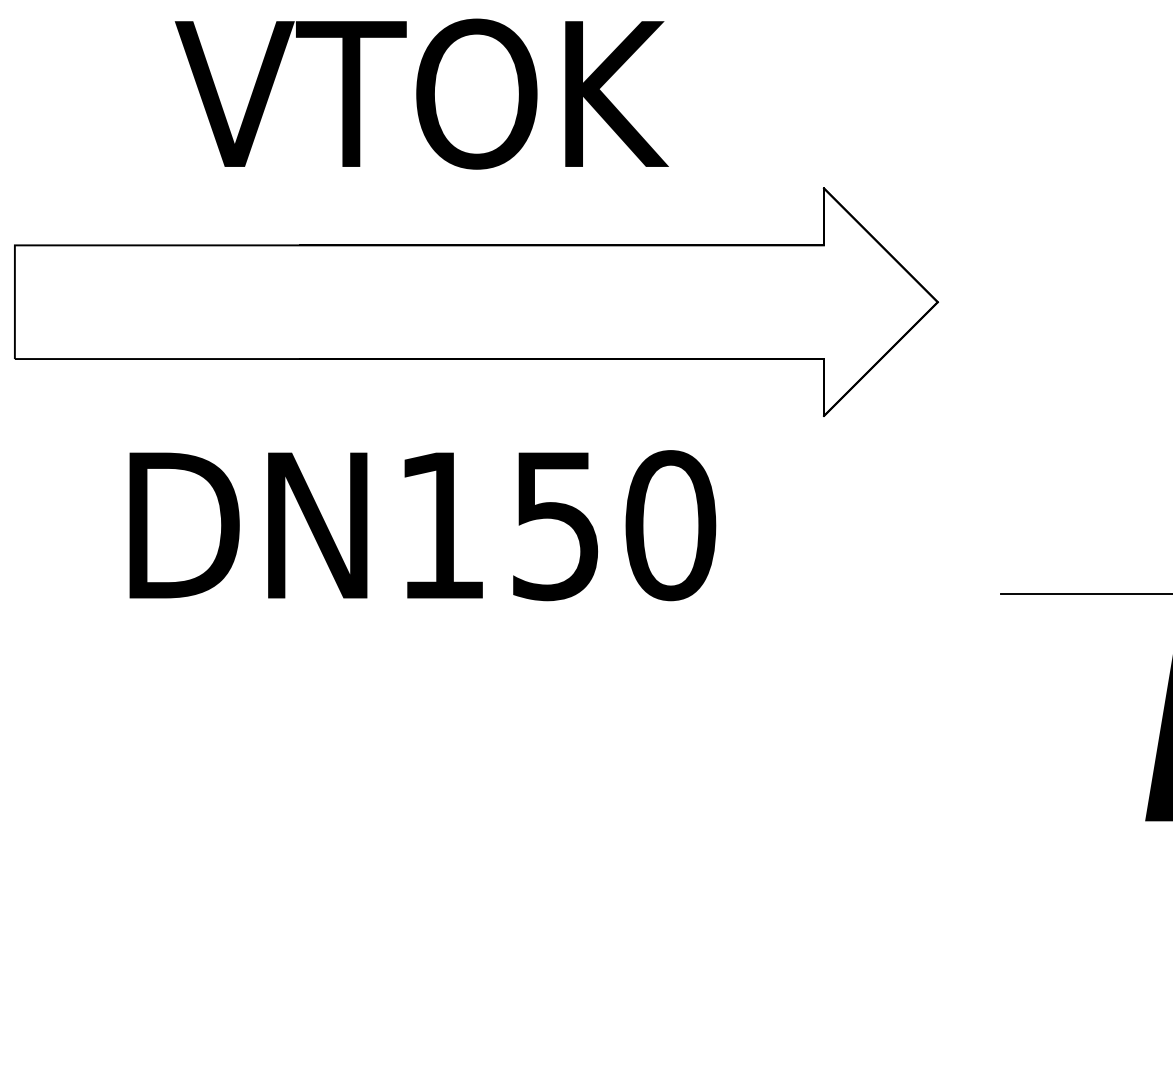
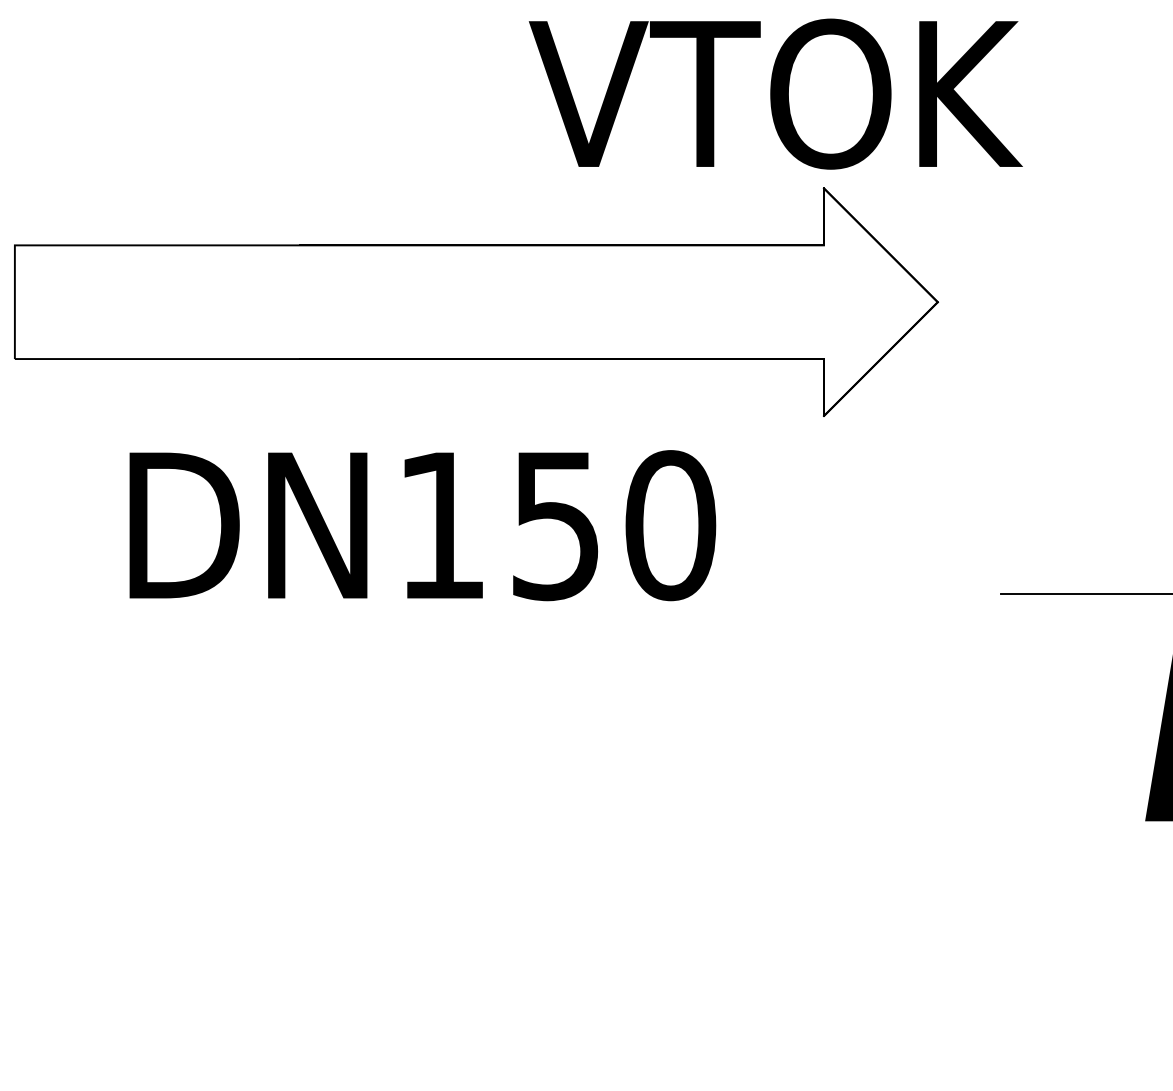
text at (421, 93) position: (421, 93) -> (775, 93)
